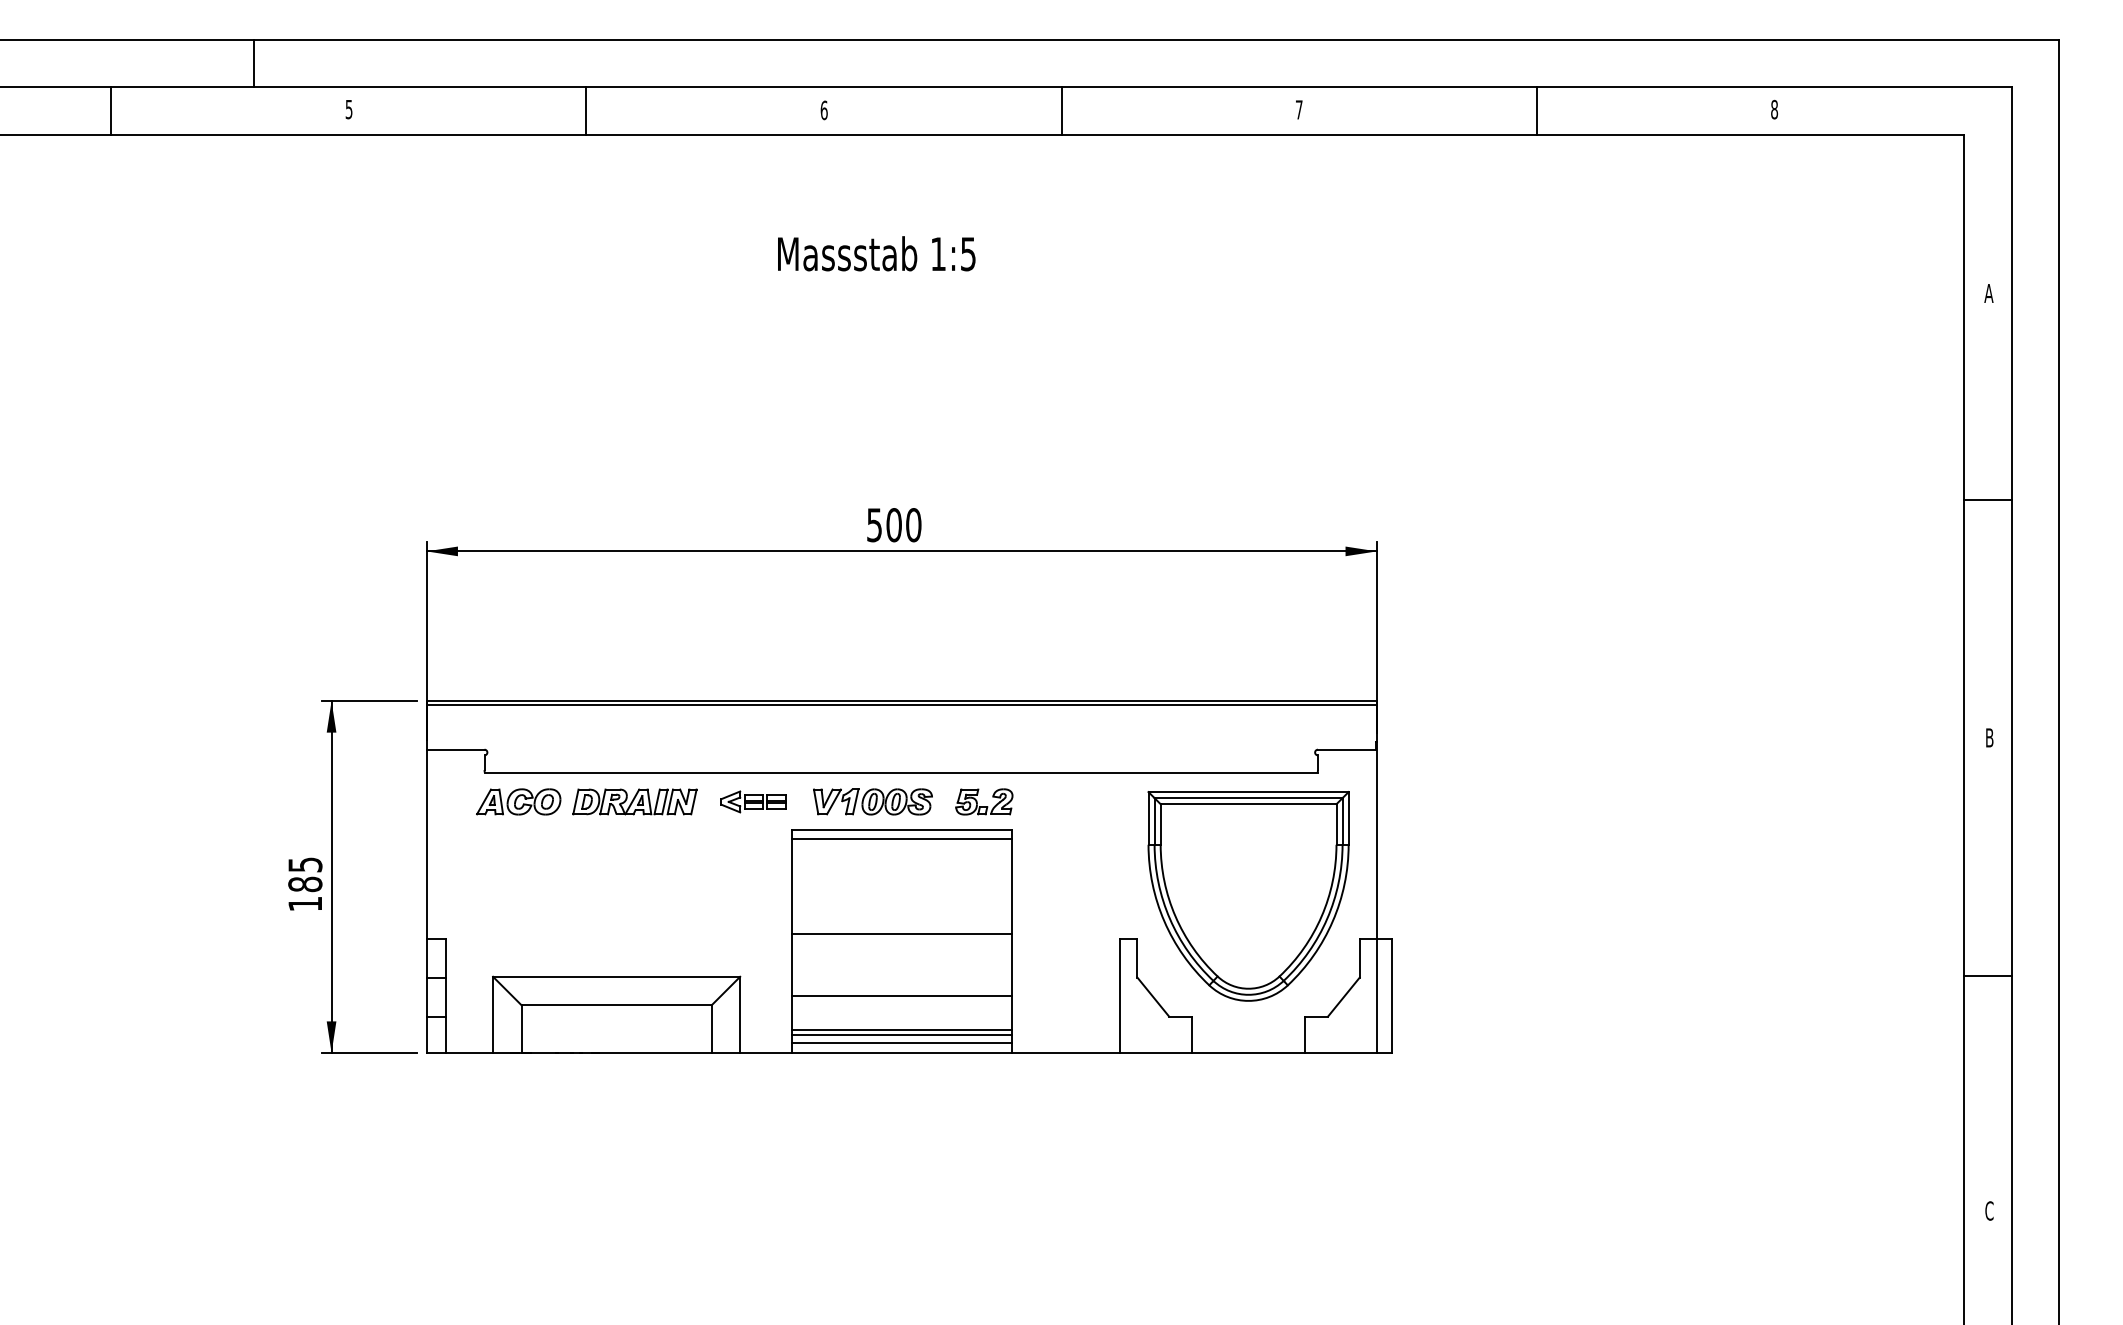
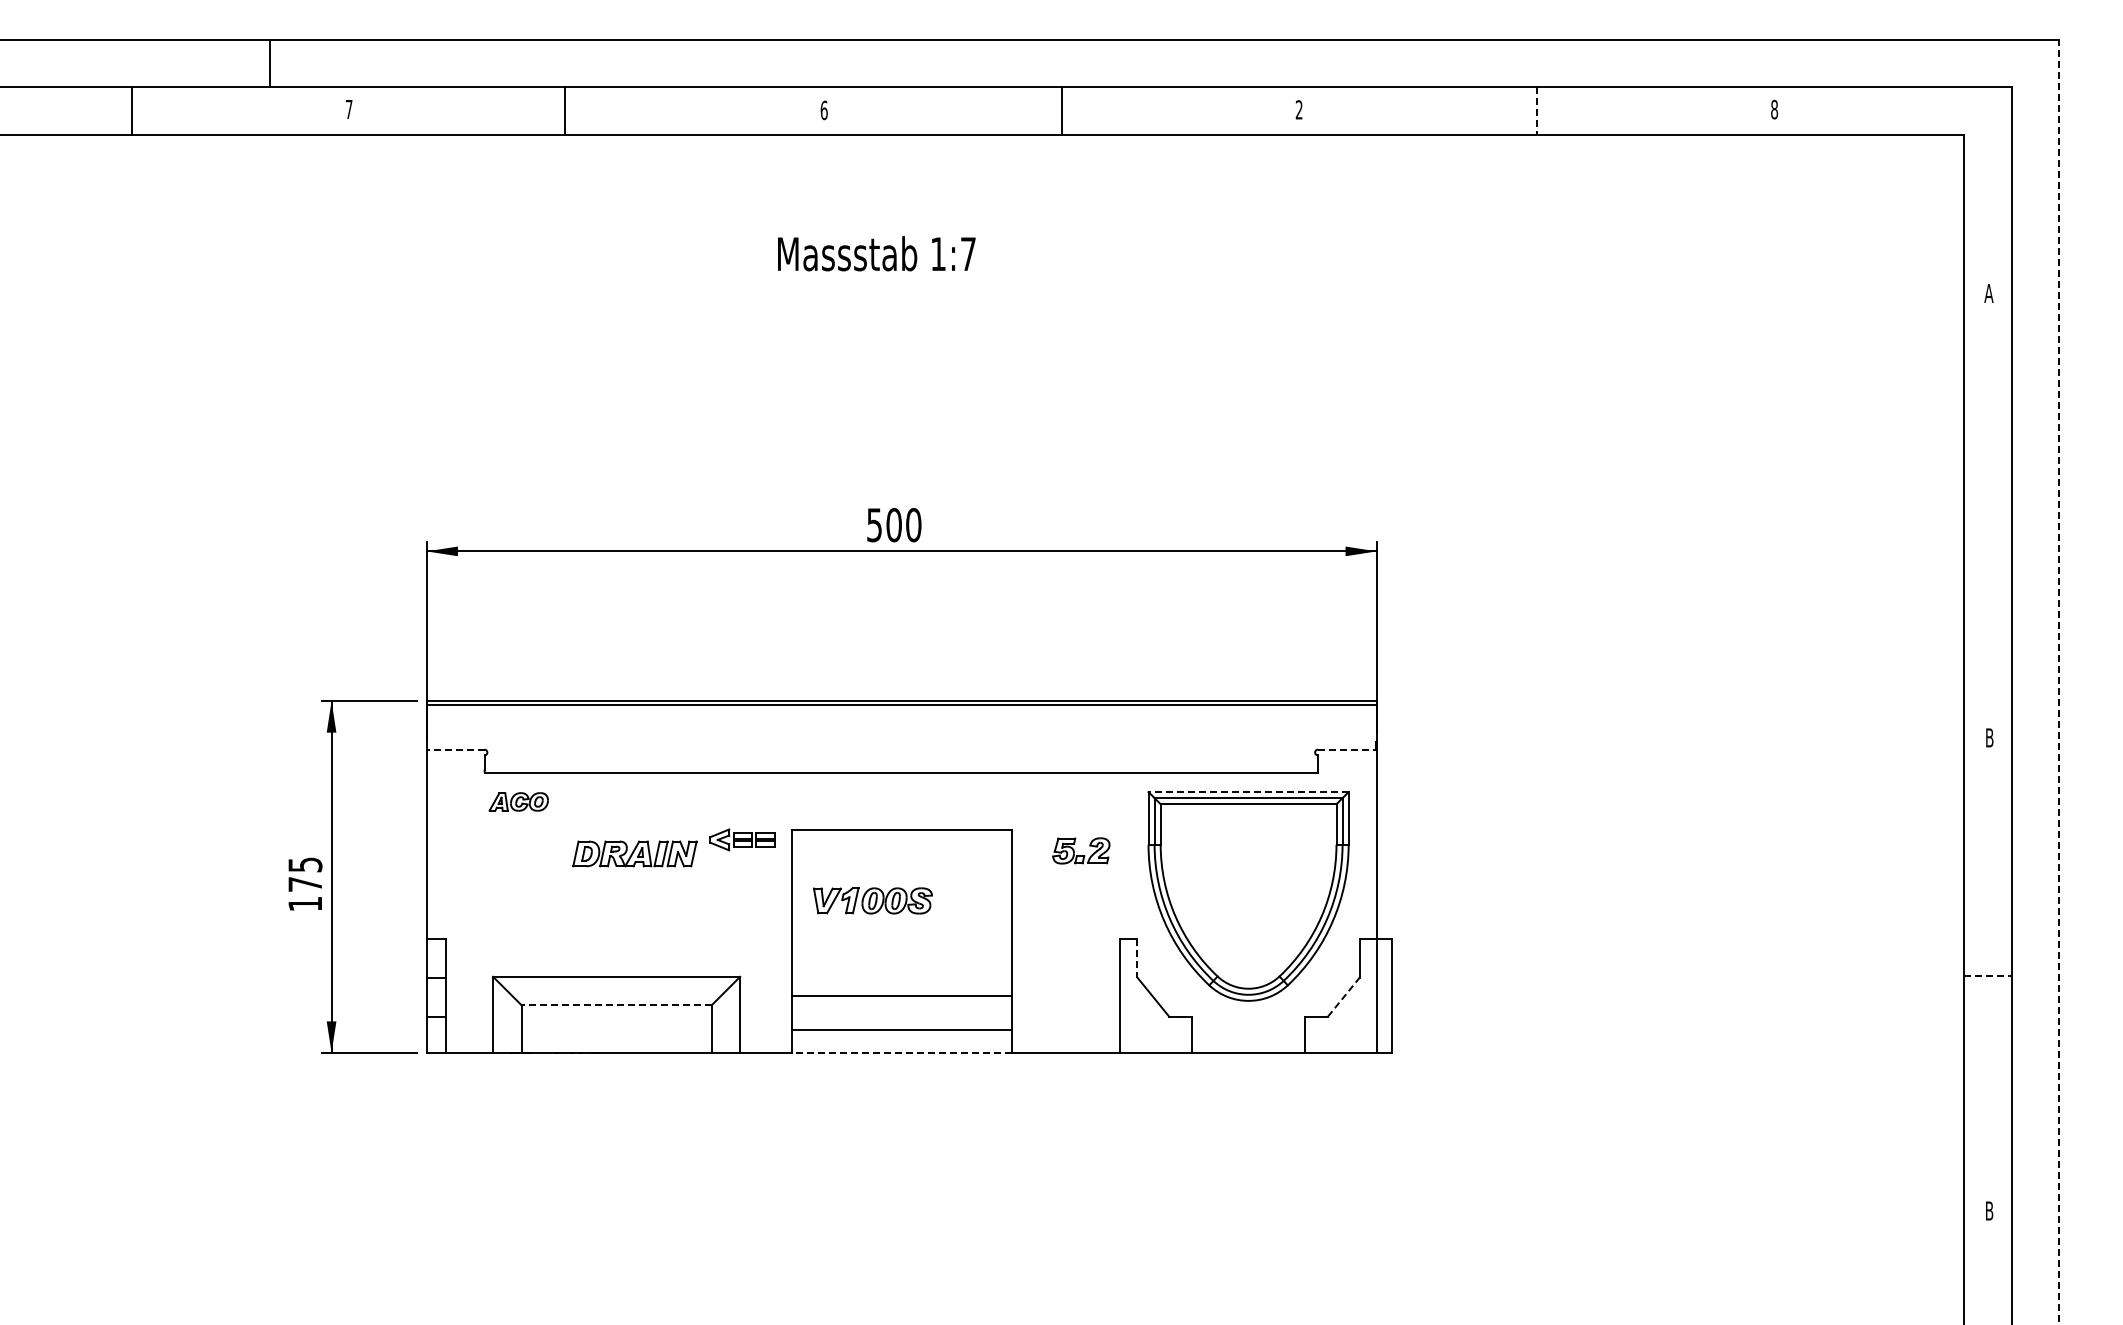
line at (253, 63) position: (253, 63) -> (269, 63)
text at (348, 109): 5 -> 7
text at (1298, 109): 7 -> 2
line at (111, 110) position: (111, 110) -> (132, 110)
line at (586, 110) position: (586, 110) -> (565, 110)
line at (1536, 110): solid -> dashed
text at (968, 254): 1:5 -> 1:7
line at (1987, 500): present -> none
line at (2059, 681): solid -> dashed
line at (455, 749): solid -> dashed
line at (1346, 749): solid -> dashed
line at (1248, 792): solid -> dashed
part at (518, 801) size: 86x28 px -> 61x20 px
part at (634, 801) position: (634, 801) -> (634, 853)
part at (753, 801) position: (753, 801) -> (742, 839)
part at (872, 801) position: (872, 801) -> (872, 900)
part at (984, 801) position: (984, 801) -> (1081, 850)
line at (901, 839): present -> none
text at (305, 884): 185 -> 175
line at (901, 934): present -> none
line at (1137, 958): solid -> dashed
line at (1988, 975): solid -> dashed
line at (1344, 996): solid -> dashed
line at (616, 1005): solid -> dashed
line at (901, 1035): present -> none
line at (901, 1043): present -> none
line at (901, 1052): solid -> dashed
text at (1989, 1210): C -> B
